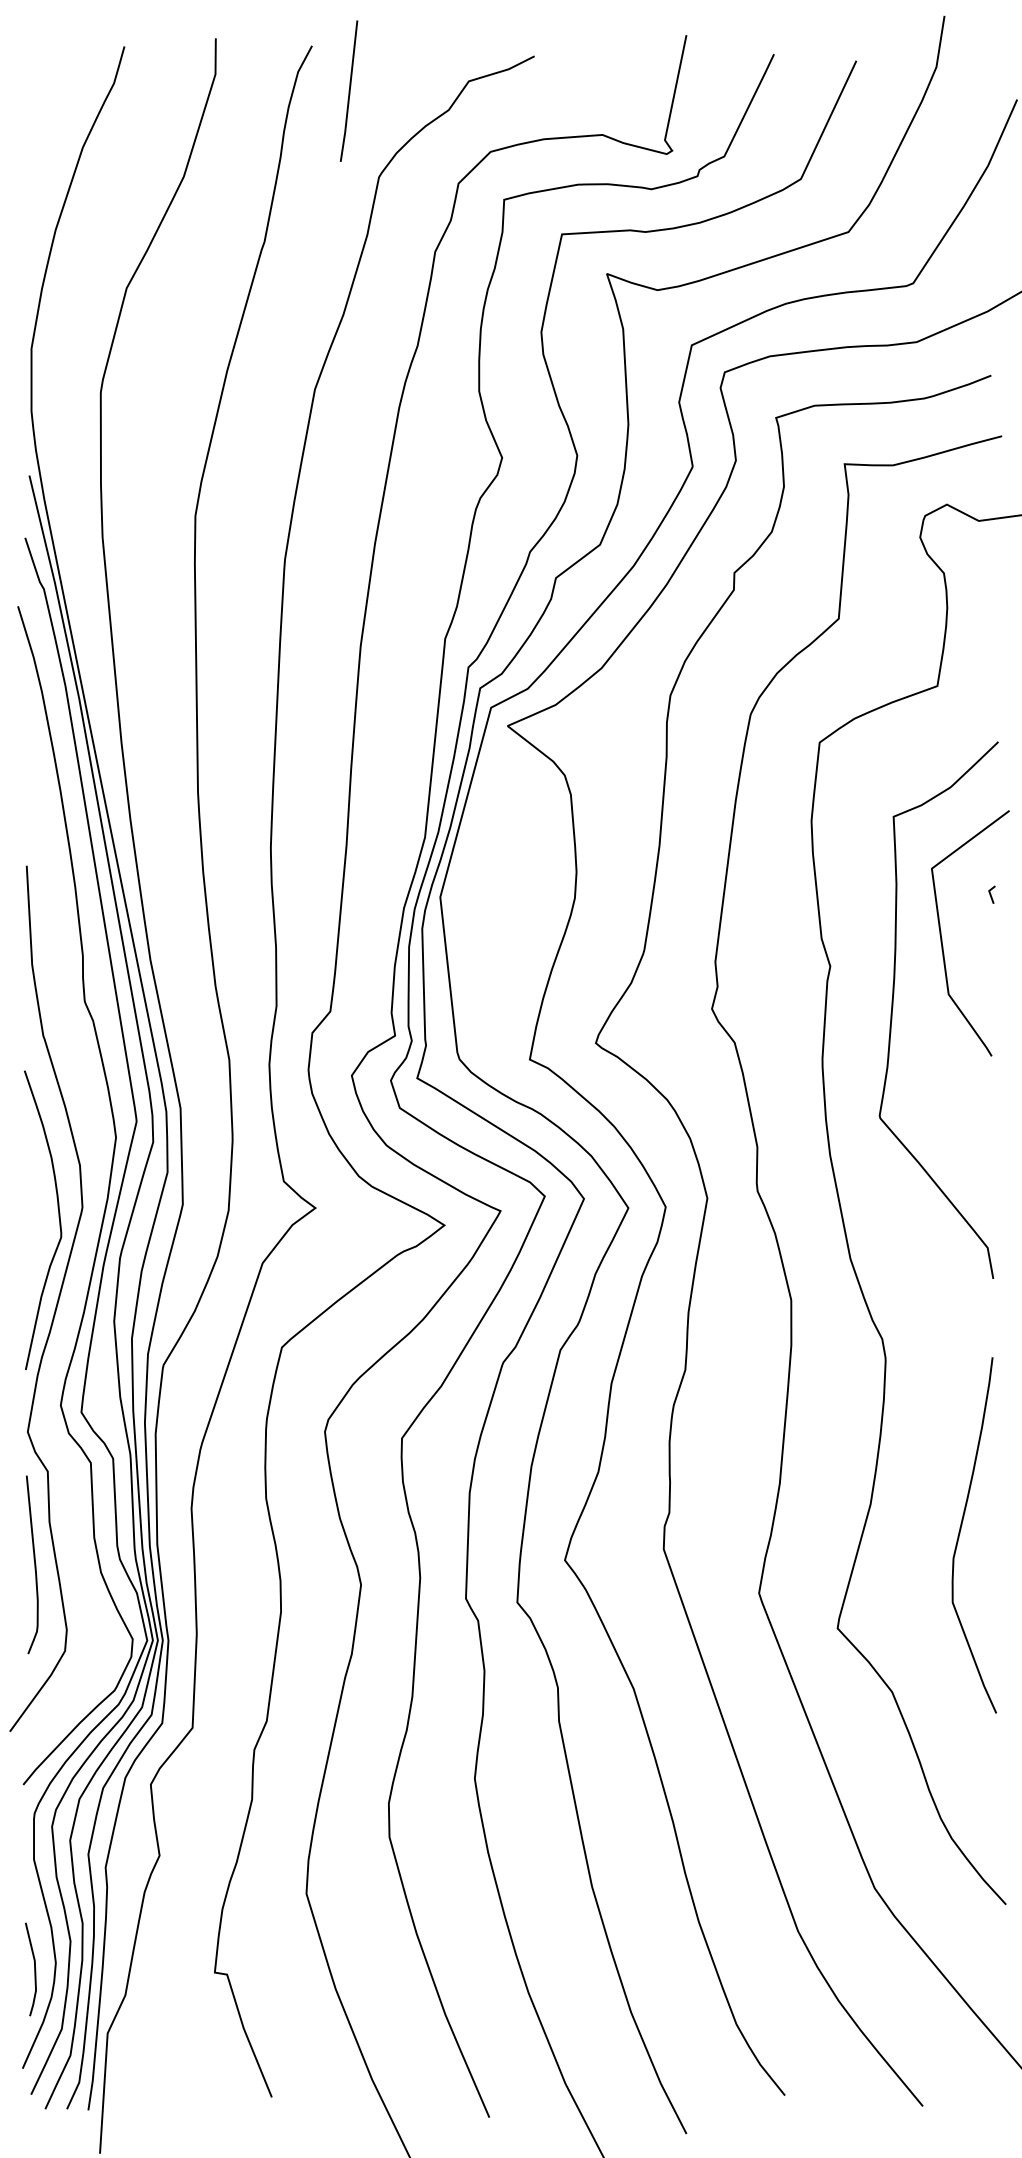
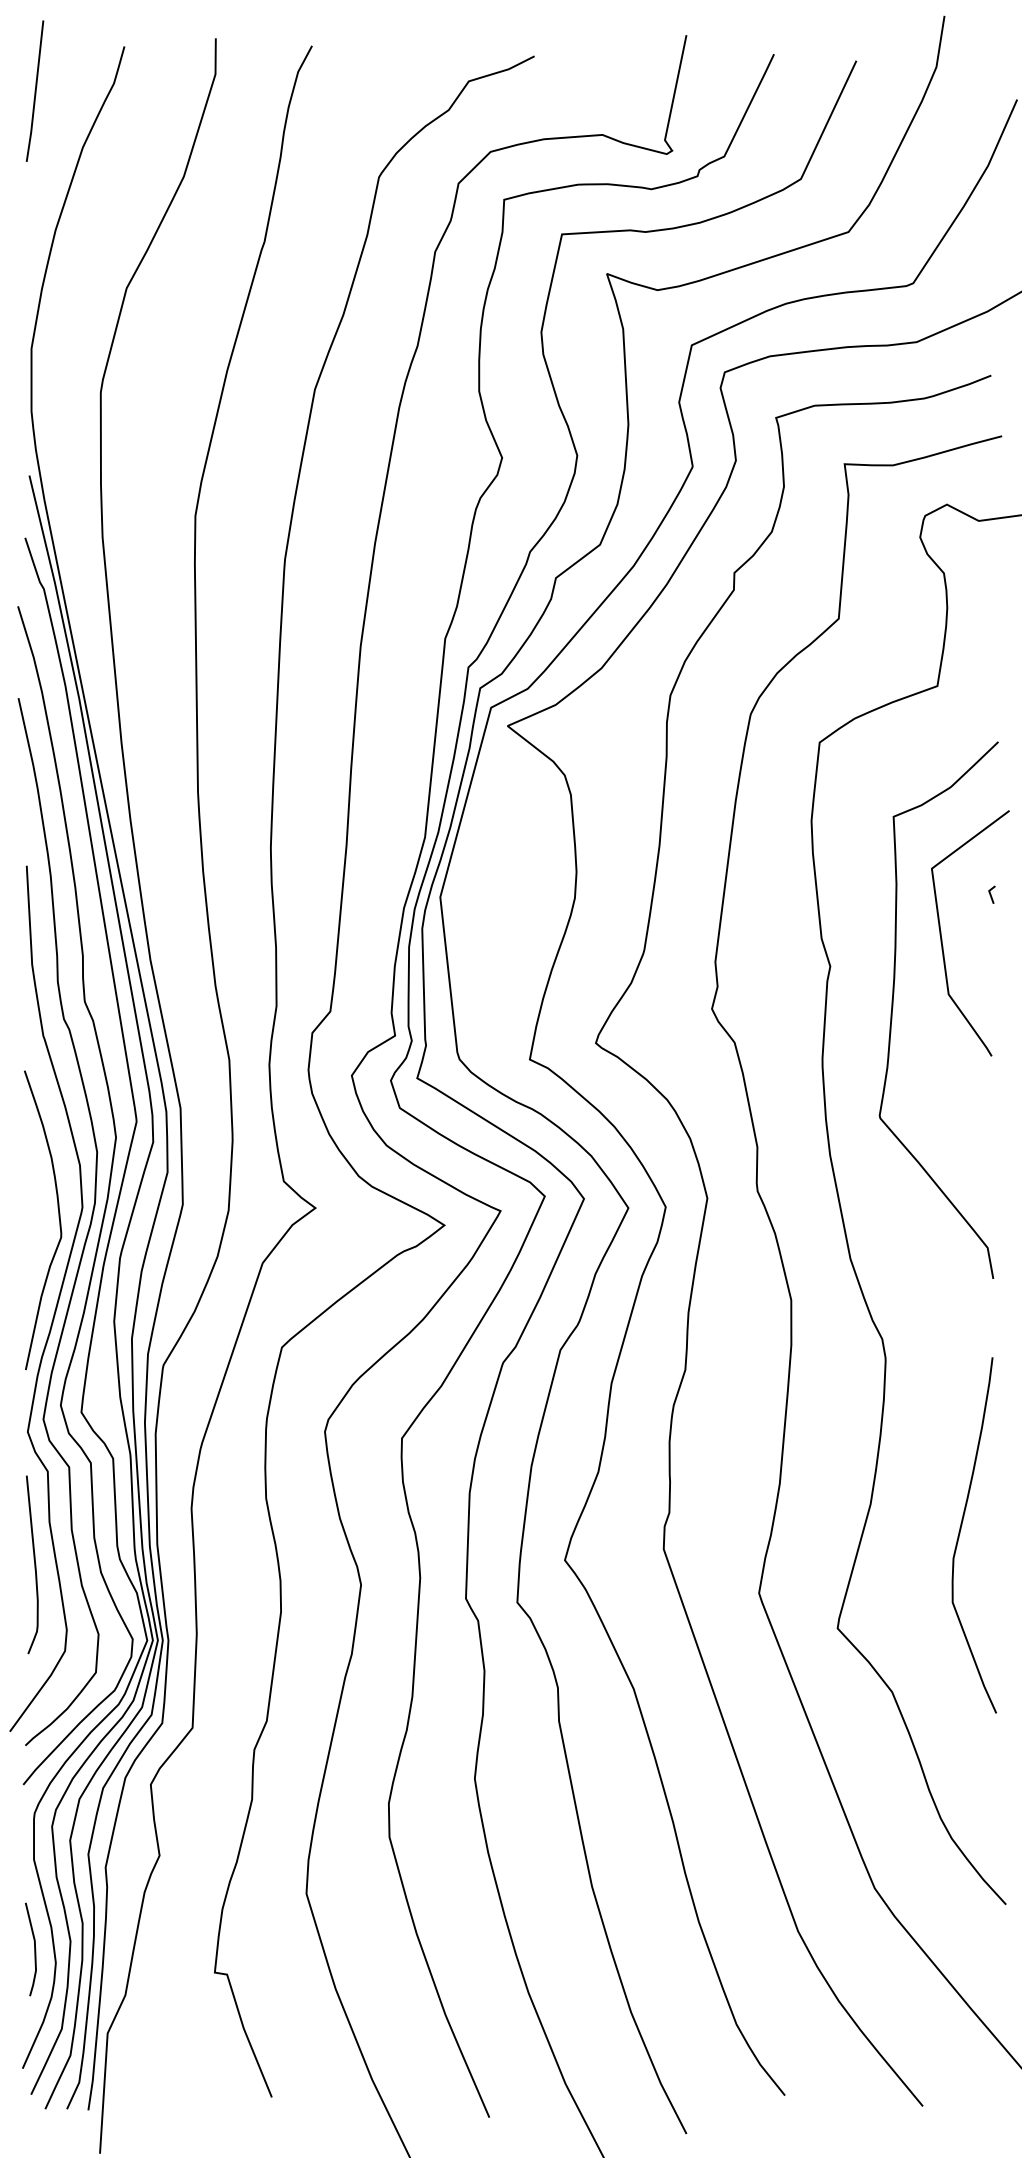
line at (348, 90) position: (348, 90) -> (34, 90)
curve at (88, 1227): none -> present
line at (34, 1969) position: (34, 1969) -> (34, 1949)
